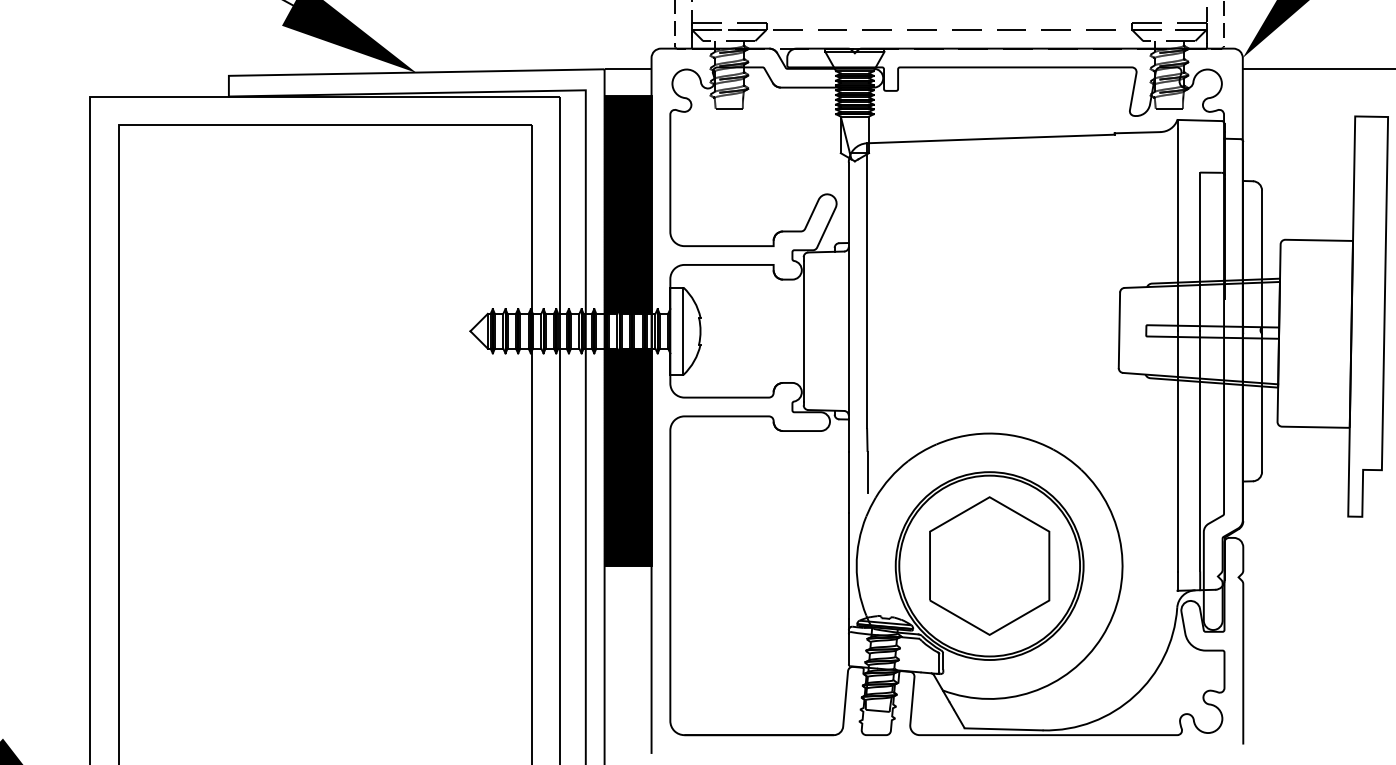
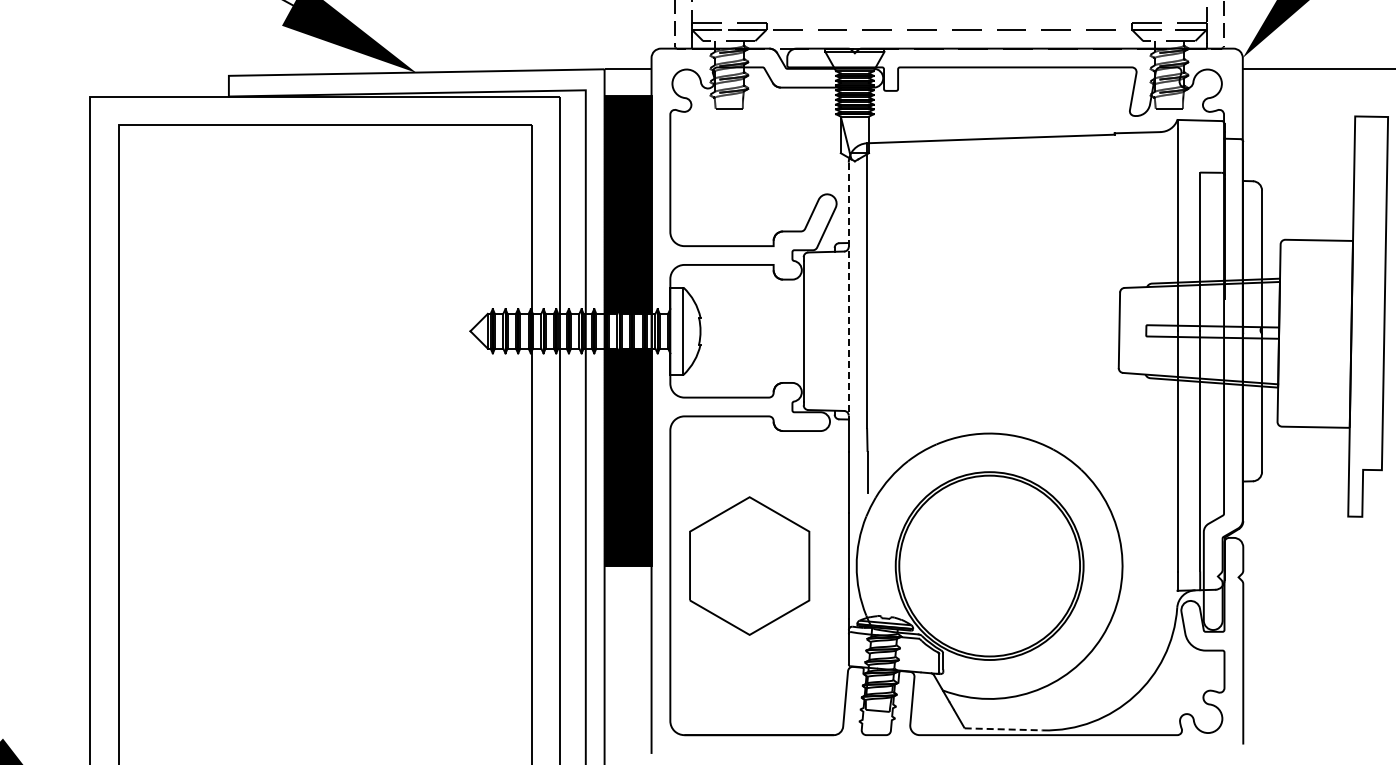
line at (848, 290): solid -> dashed
part at (989, 565) position: (989, 565) -> (749, 565)
line at (1003, 729): solid -> dashed
